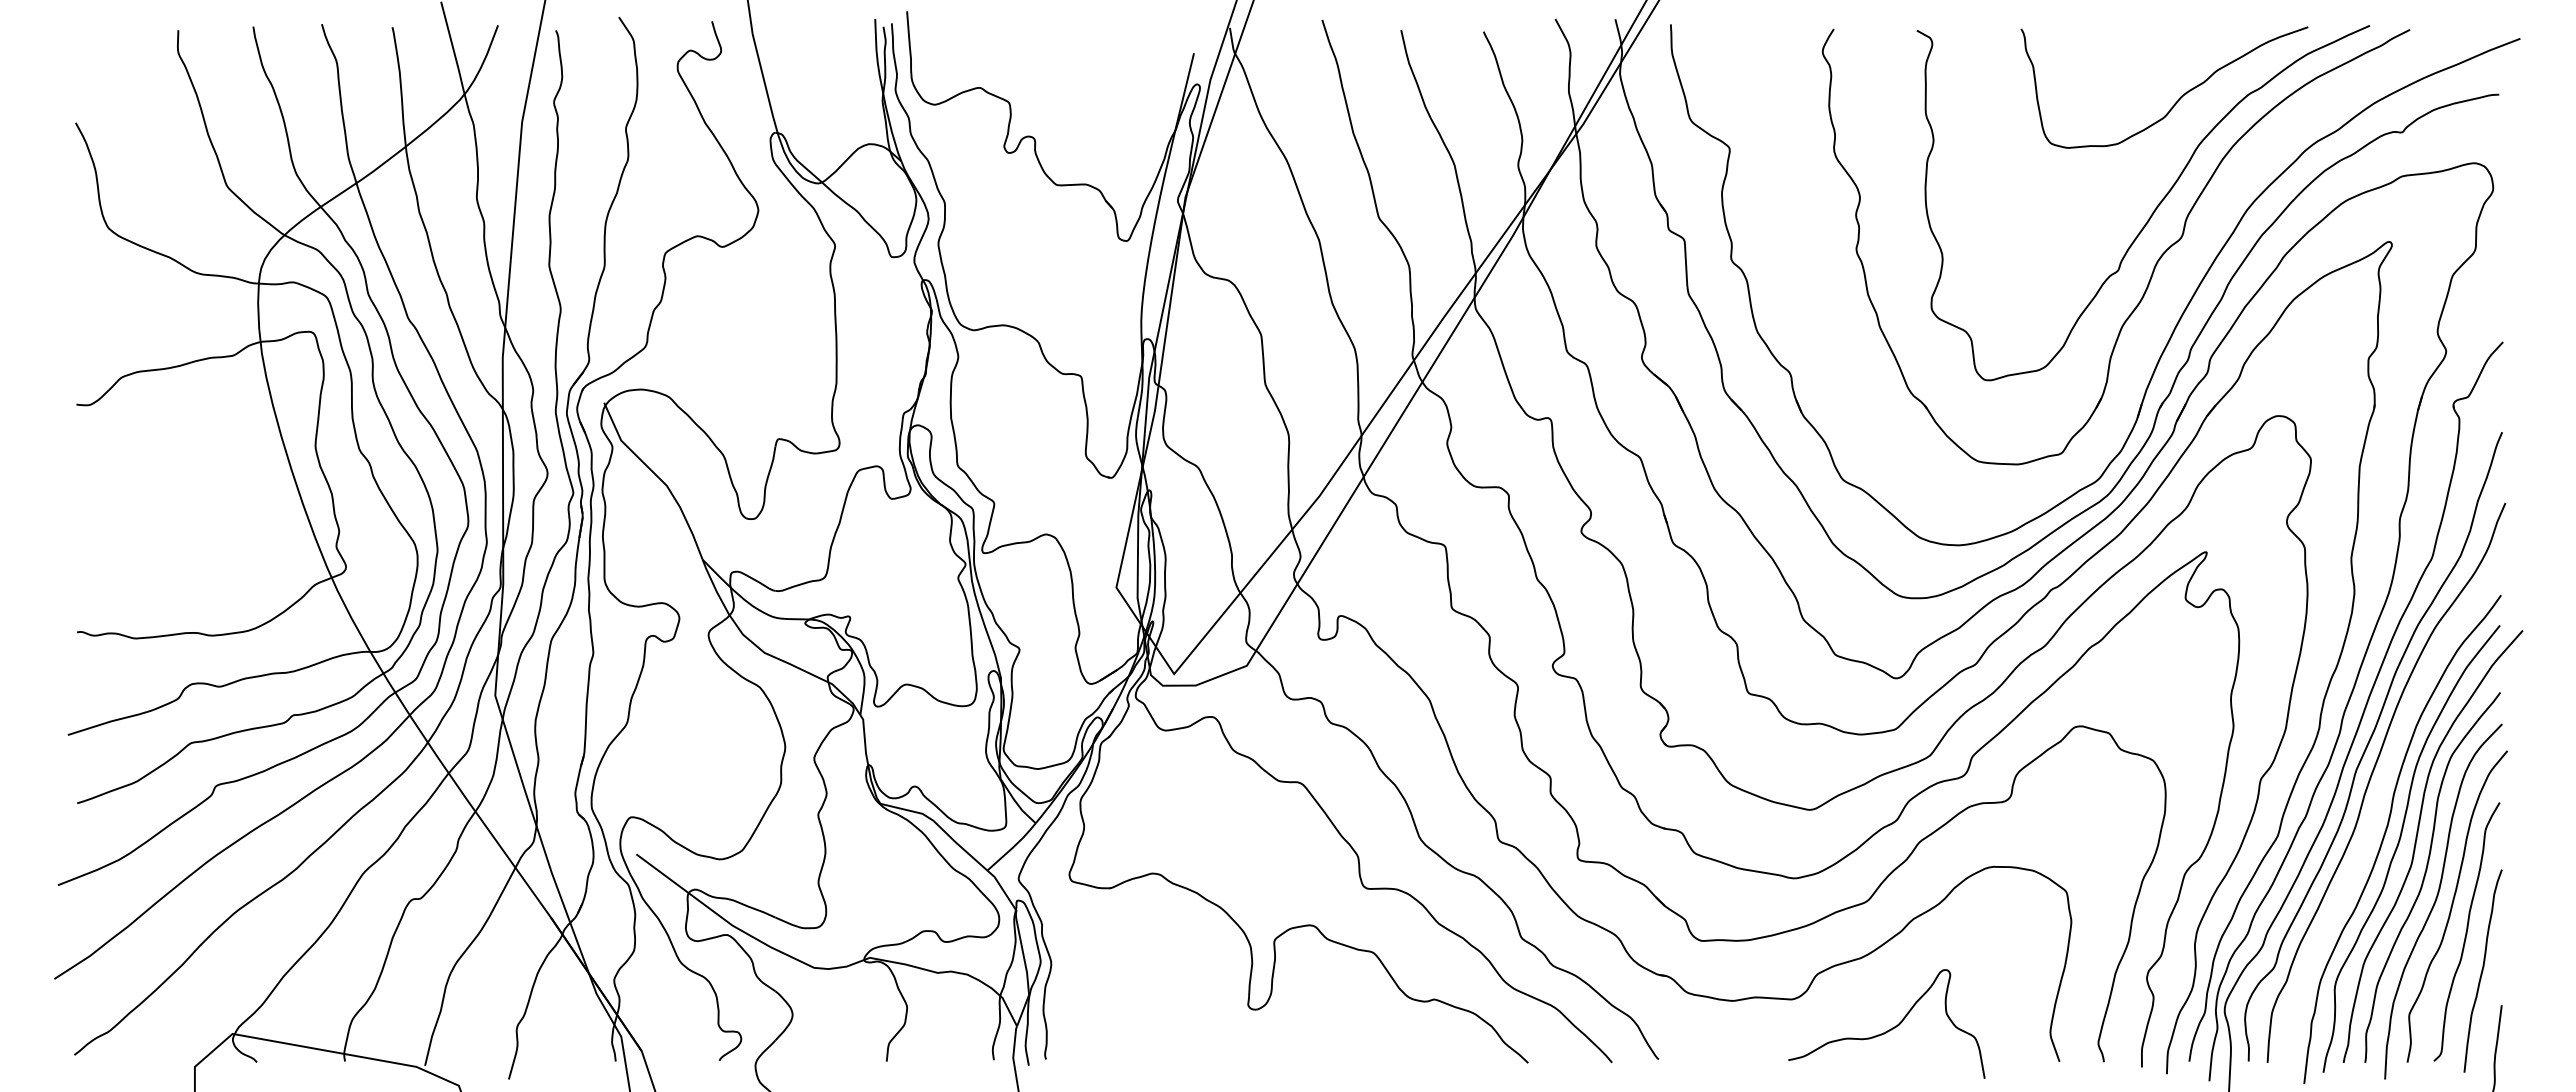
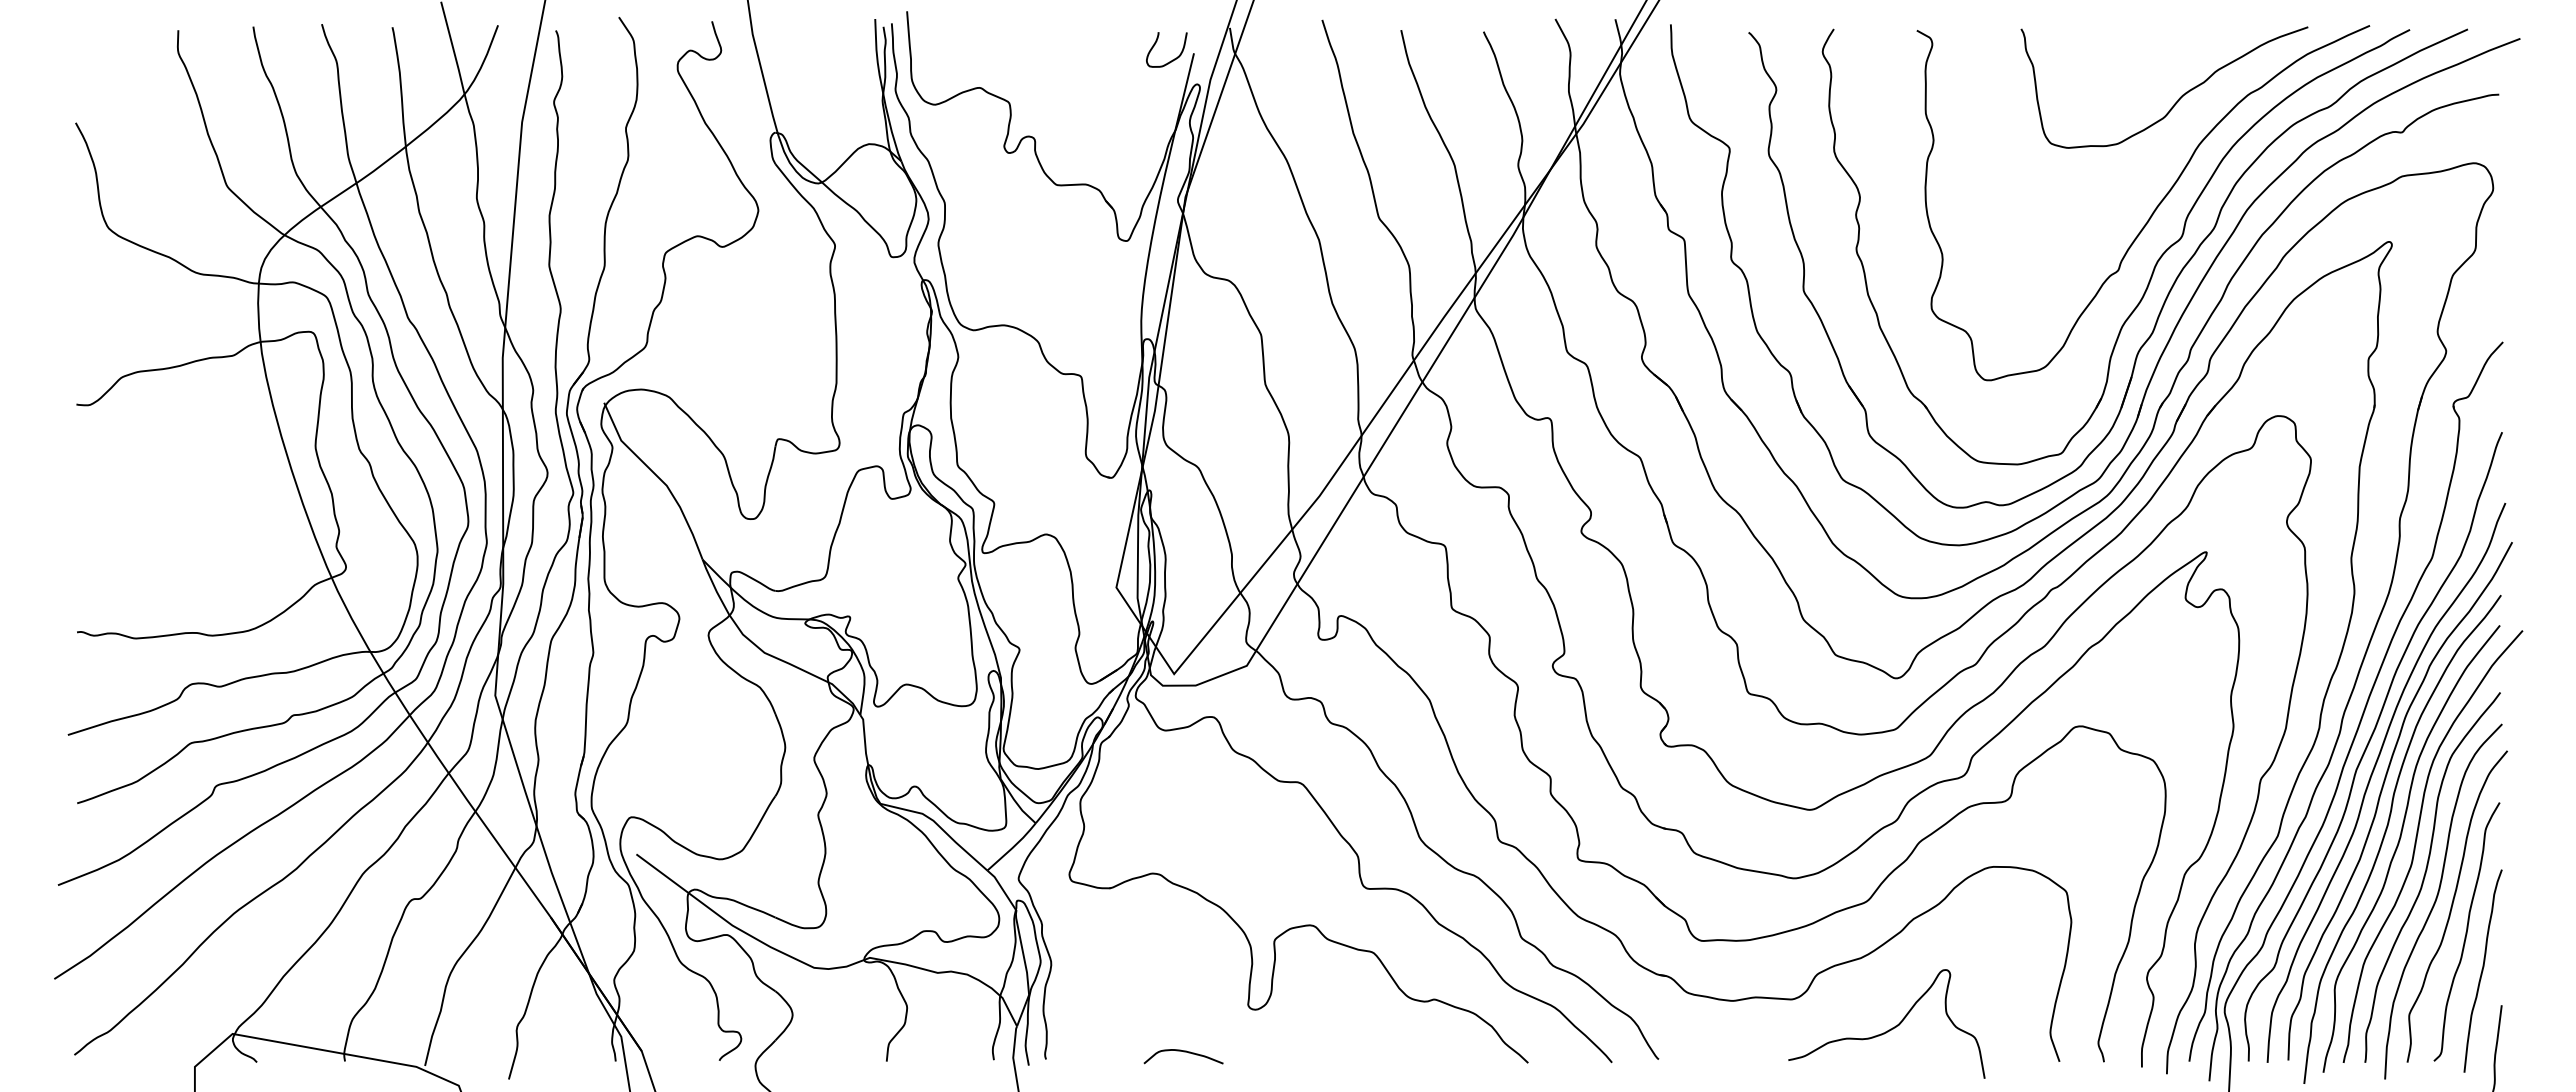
curve at (1156, 43): none -> present
part at (2167, 293): none -> present
curve at (2380, 798): none -> present
curve at (1183, 1052): none -> present
